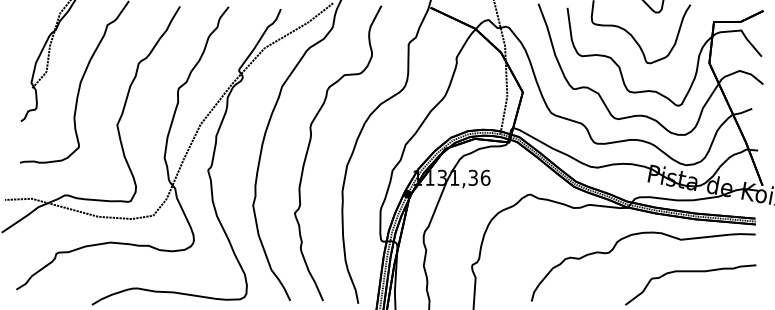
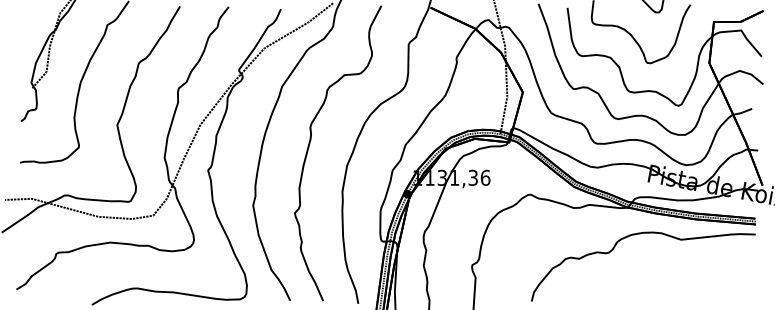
part at (690, 272): present -> none
